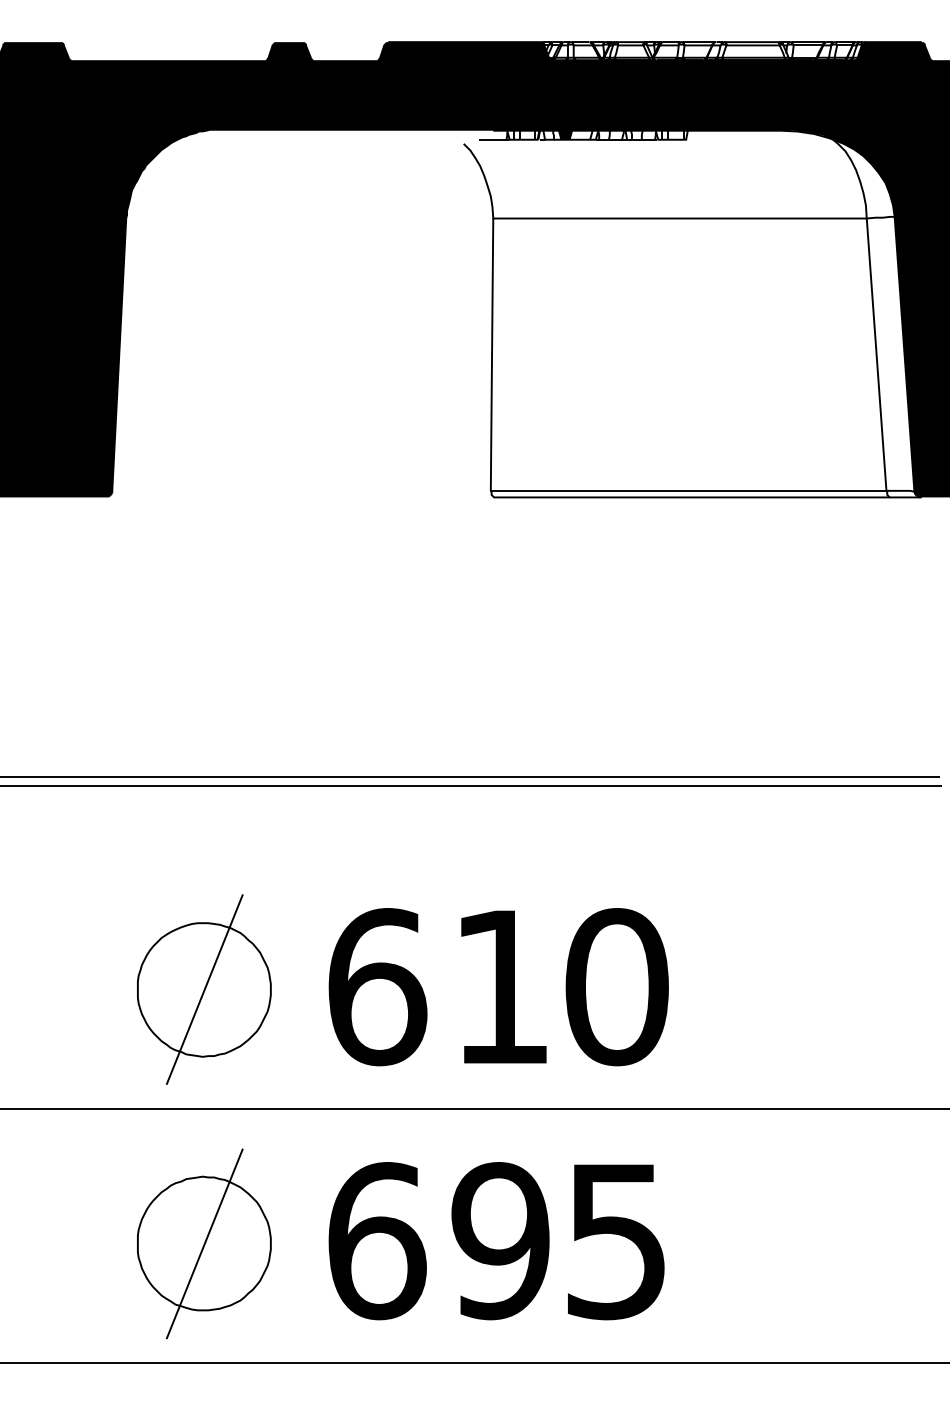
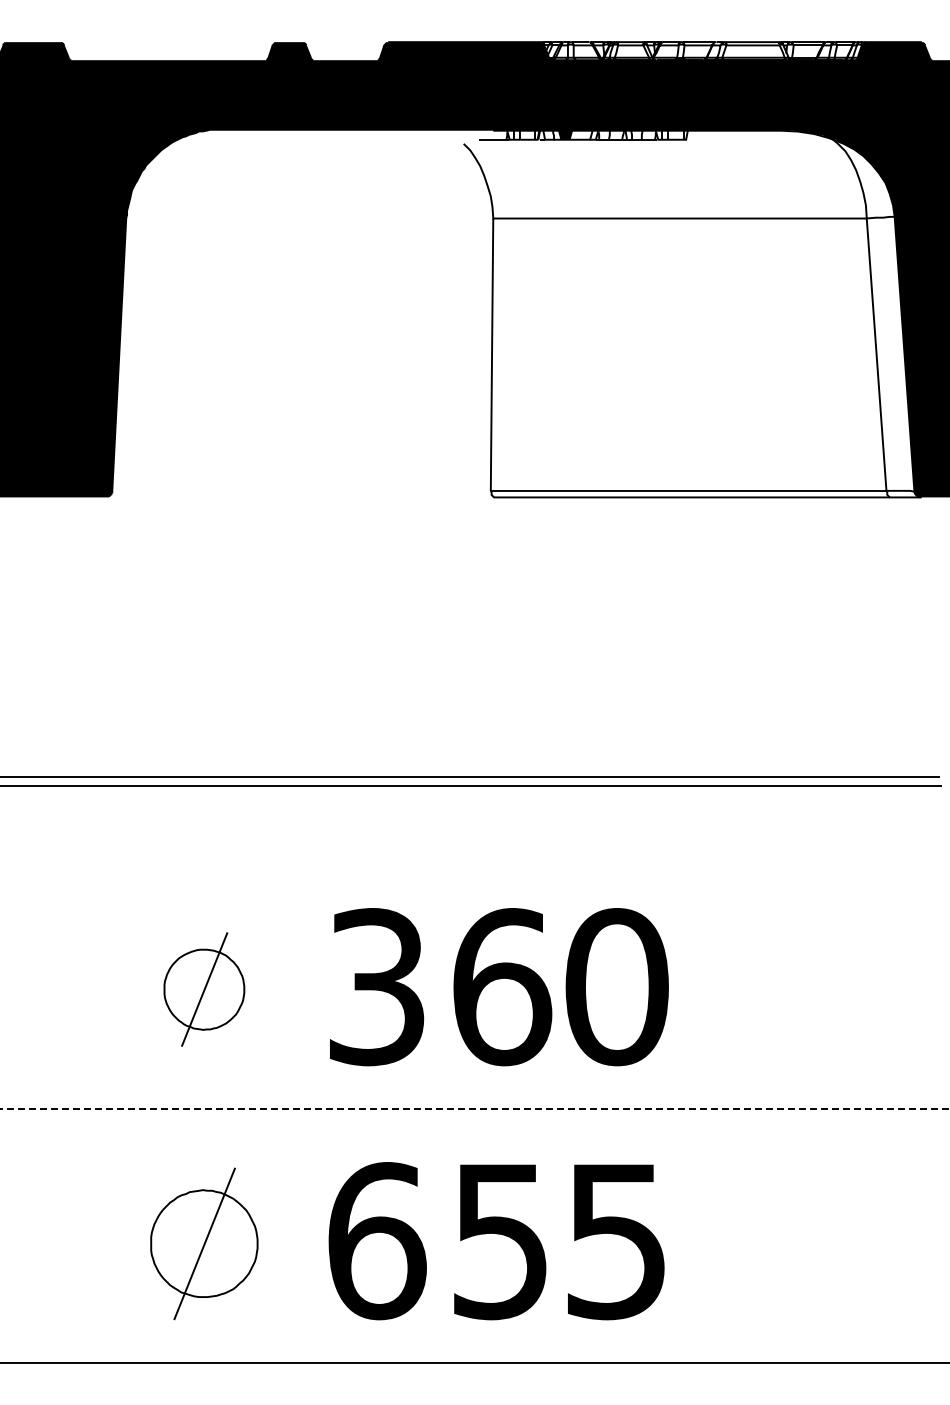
text at (440, 987): 61 -> 36
part at (204, 989) size: 135x191 px -> 83x115 px
line at (475, 1109): solid -> dashed
text at (500, 1241): 69 -> 65
part at (204, 1243) size: 135x192 px -> 109x154 px
